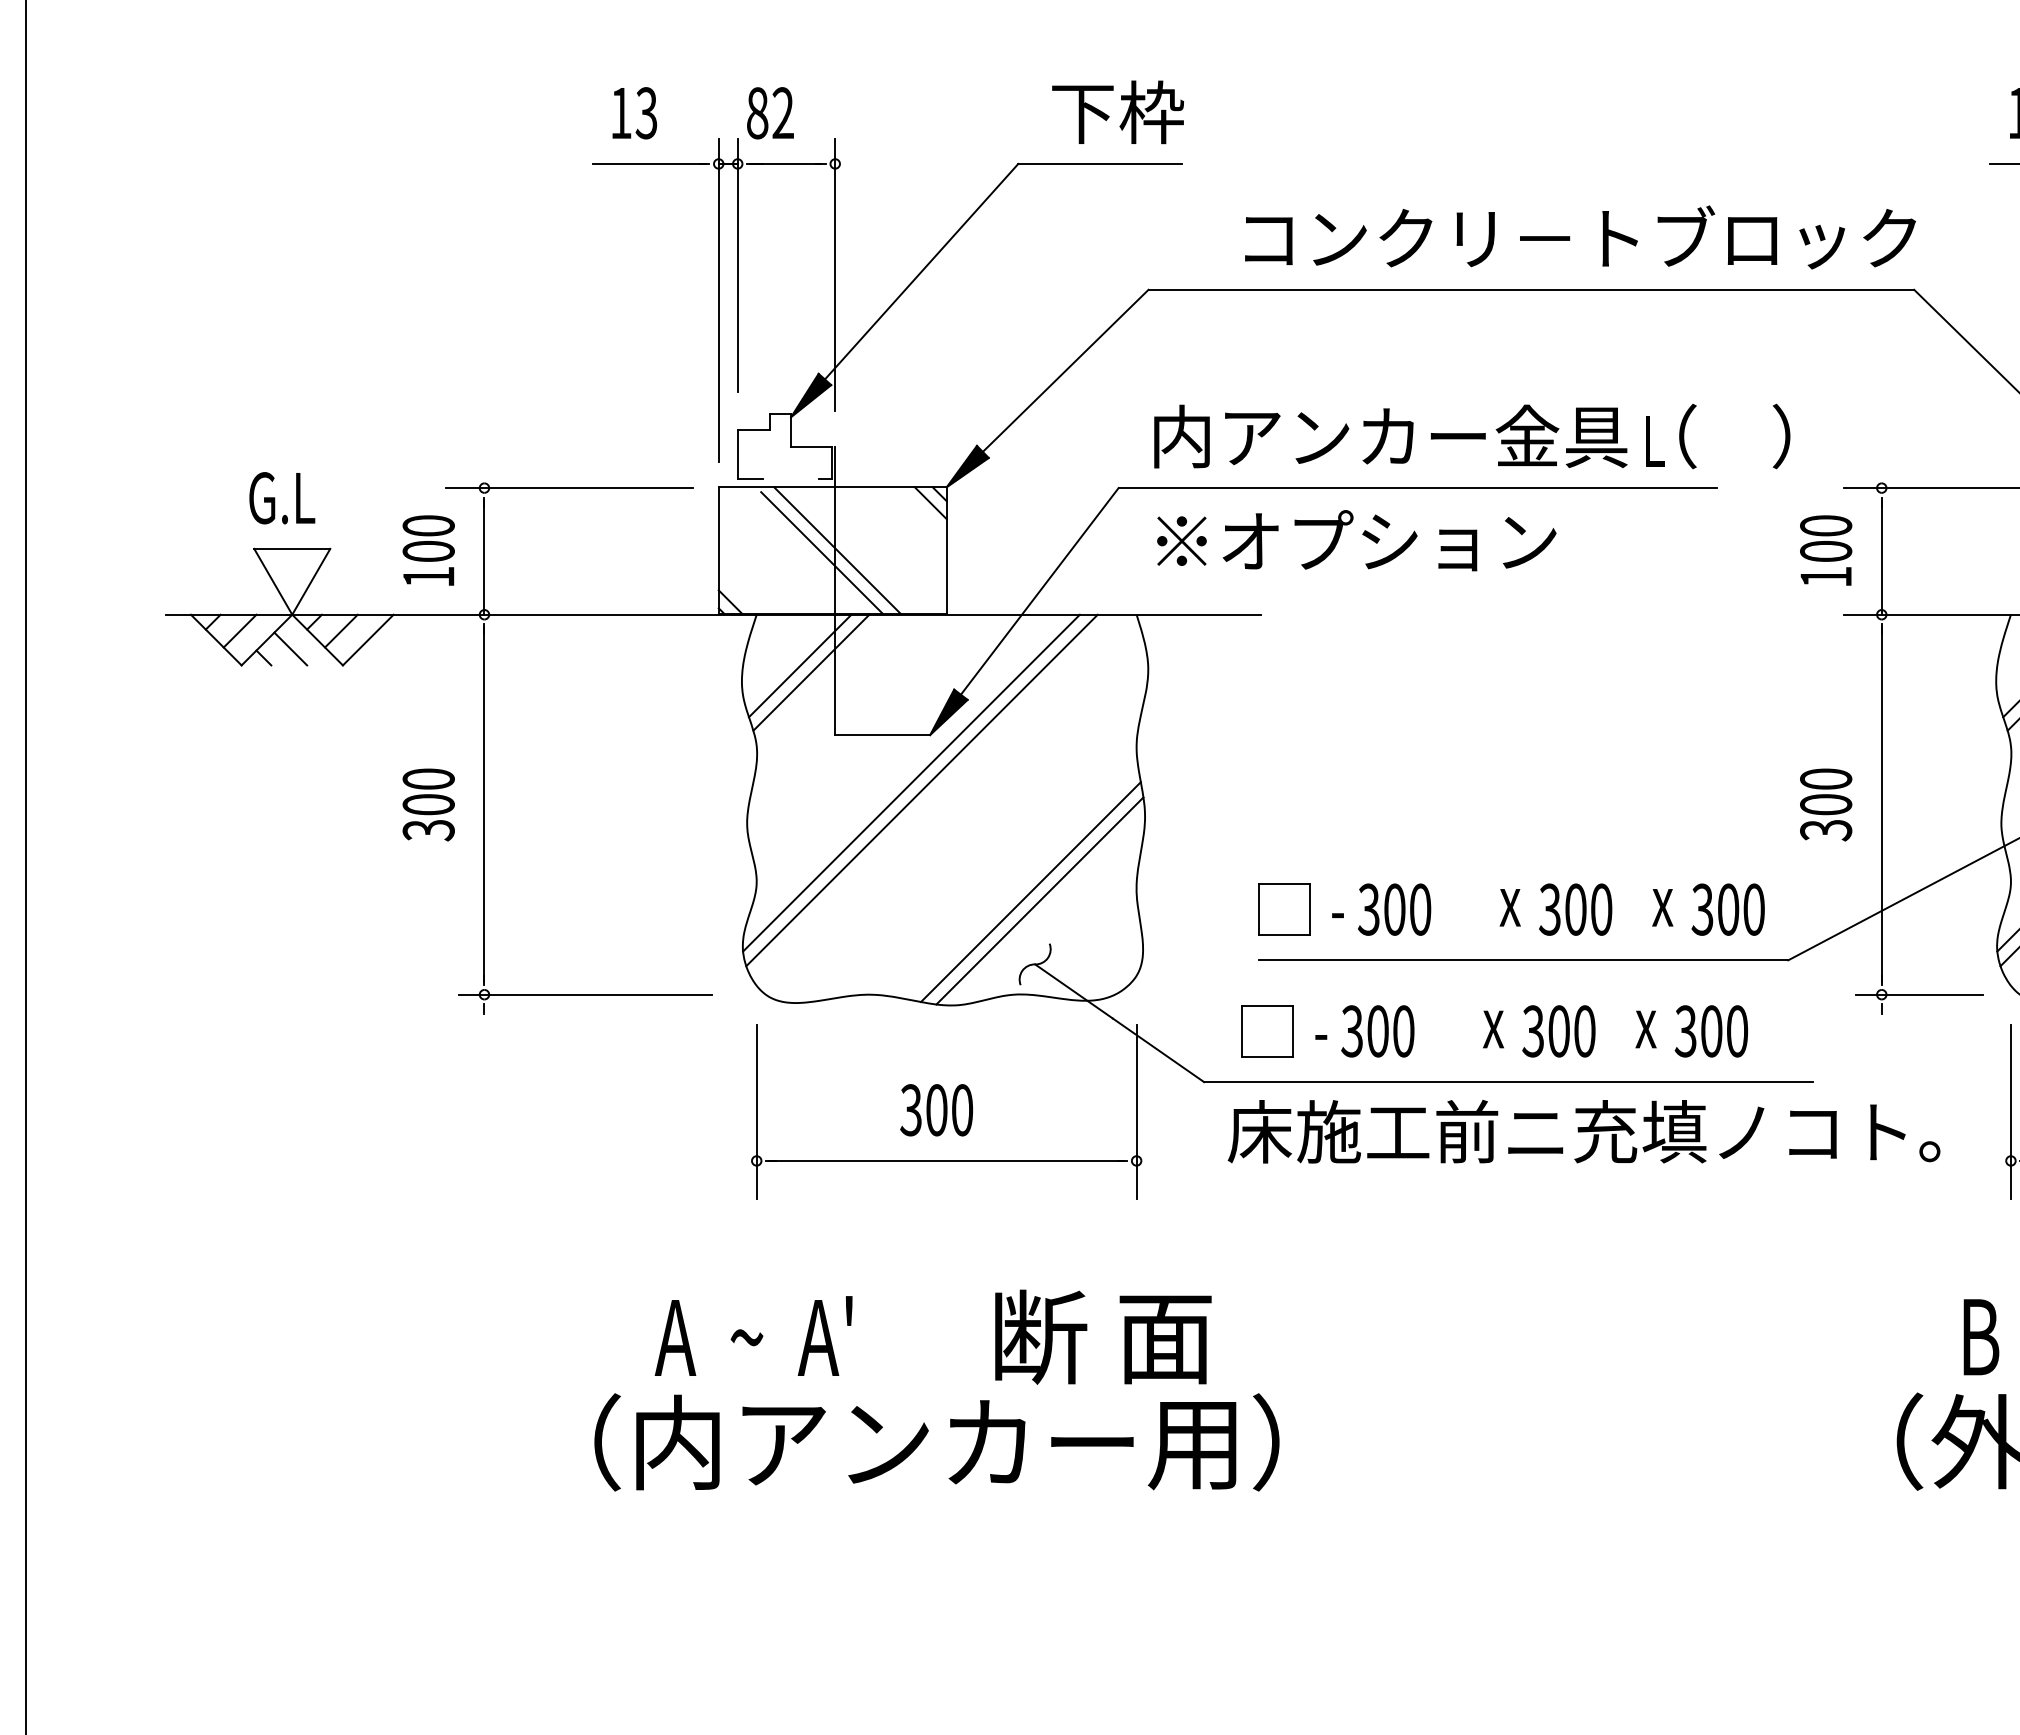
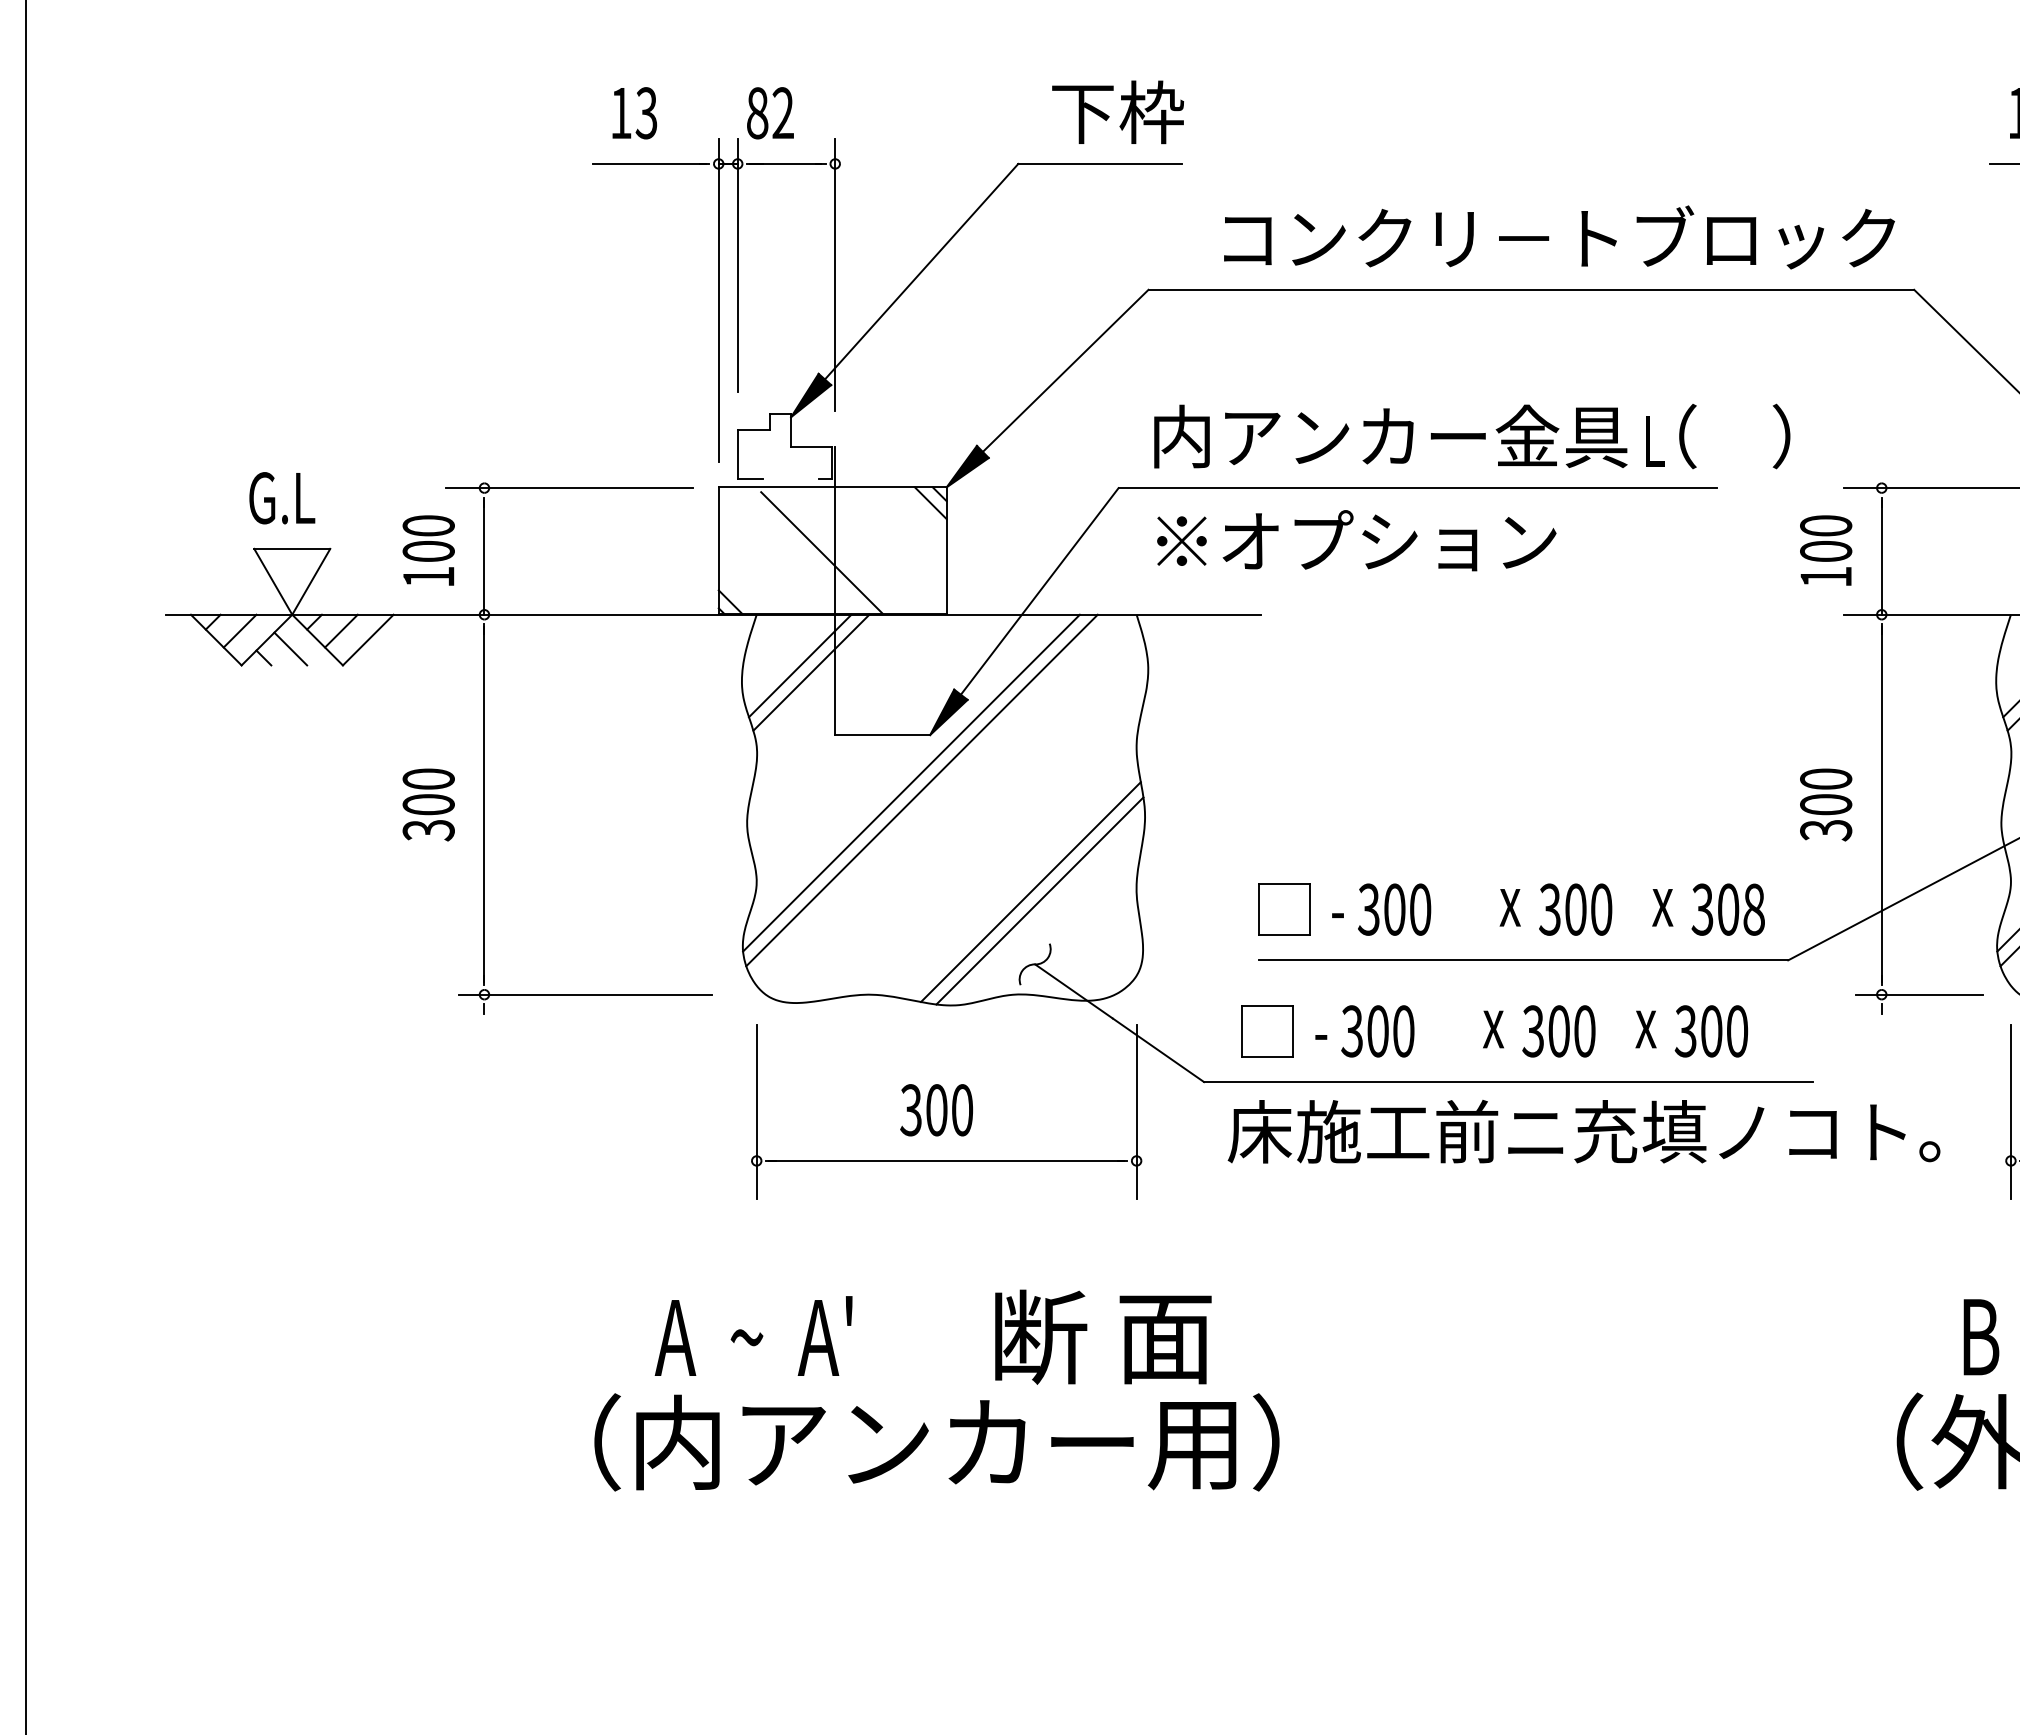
text at (1580, 237) position: (1580, 237) -> (1559, 237)
line at (837, 550): present -> none
text at (1753, 909): 300 -> 308
